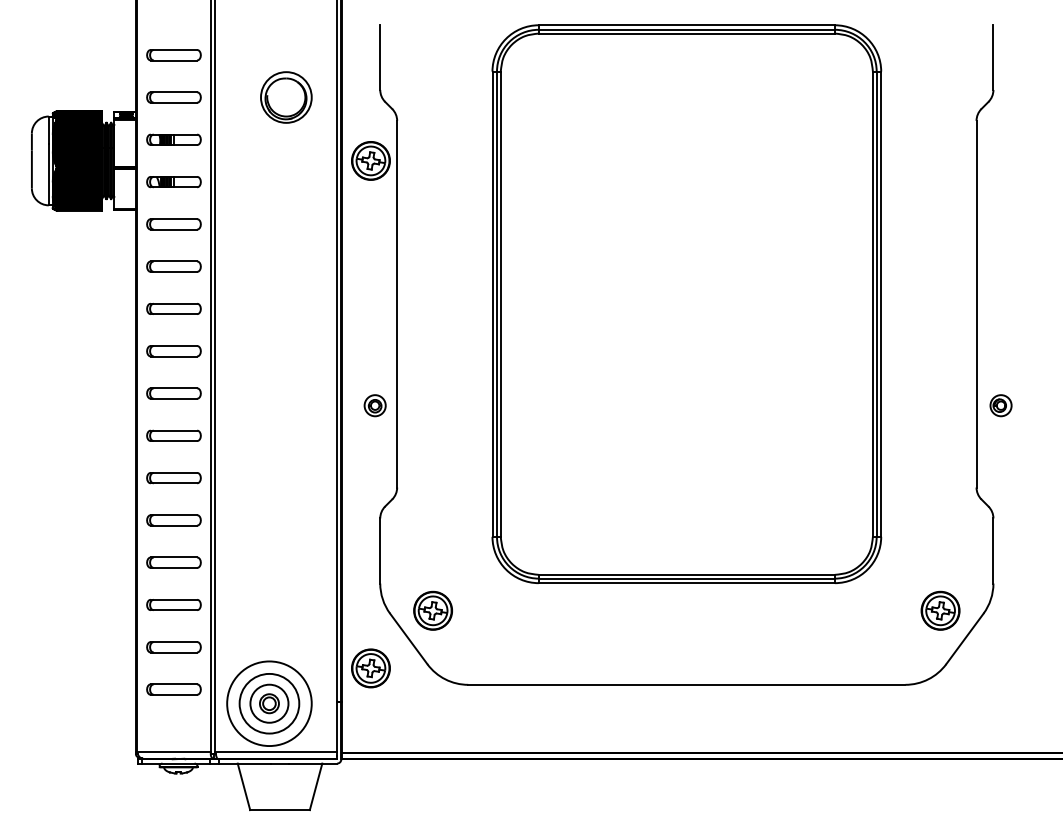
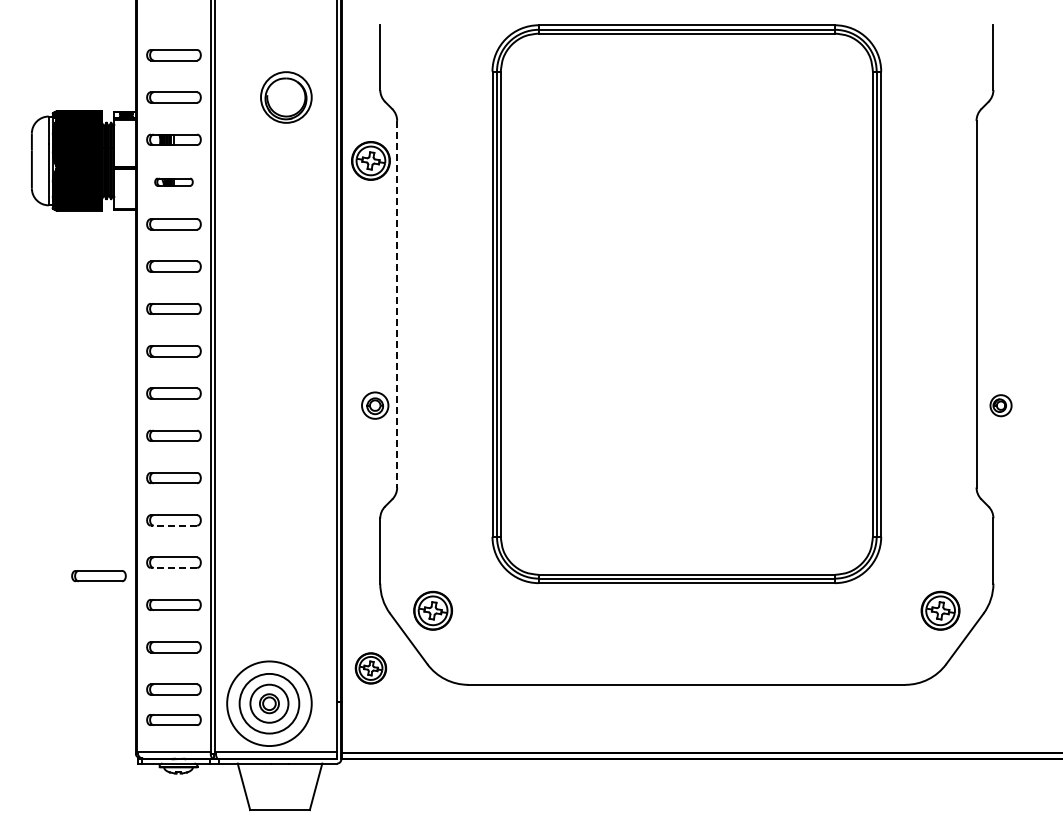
part at (173, 182) size: 56x13 px -> 40x10 px
line at (397, 304): solid -> dashed
part at (374, 405) size: 24x24 px -> 29x29 px
line at (173, 525): solid -> dashed
line at (173, 567): solid -> dashed
part at (98, 576): none -> present
part at (370, 668) size: 40x41 px -> 34x33 px
part at (173, 719): none -> present
